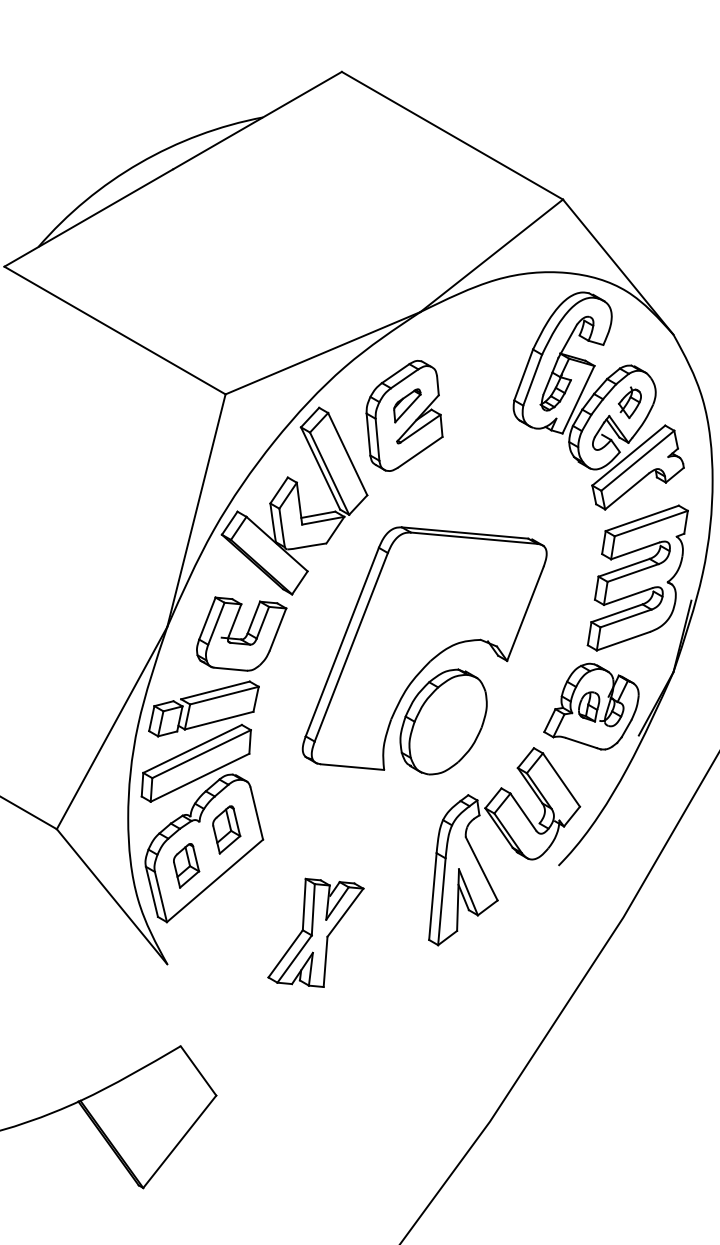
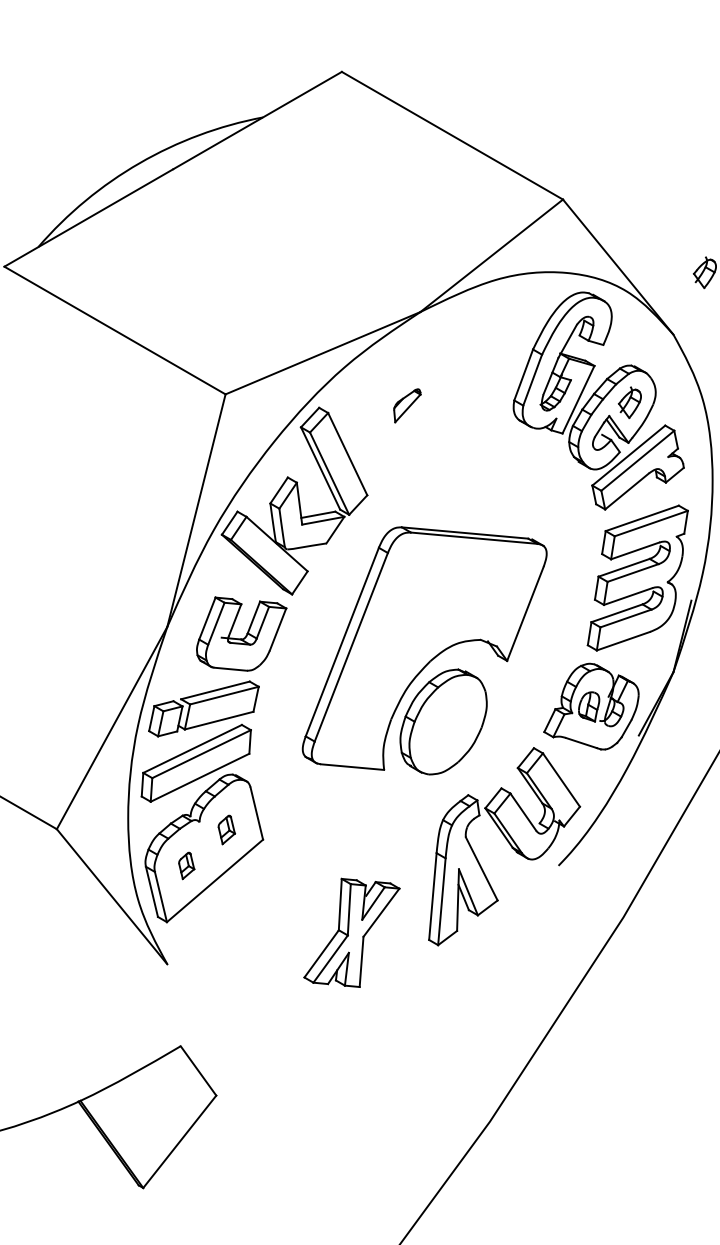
part at (704, 272): none -> present
part at (404, 415): present -> none
part at (226, 829) size: 30x50 px -> 20x32 px
part at (186, 865) size: 28x46 px -> 18x30 px
part at (315, 932) position: (315, 932) -> (351, 932)
